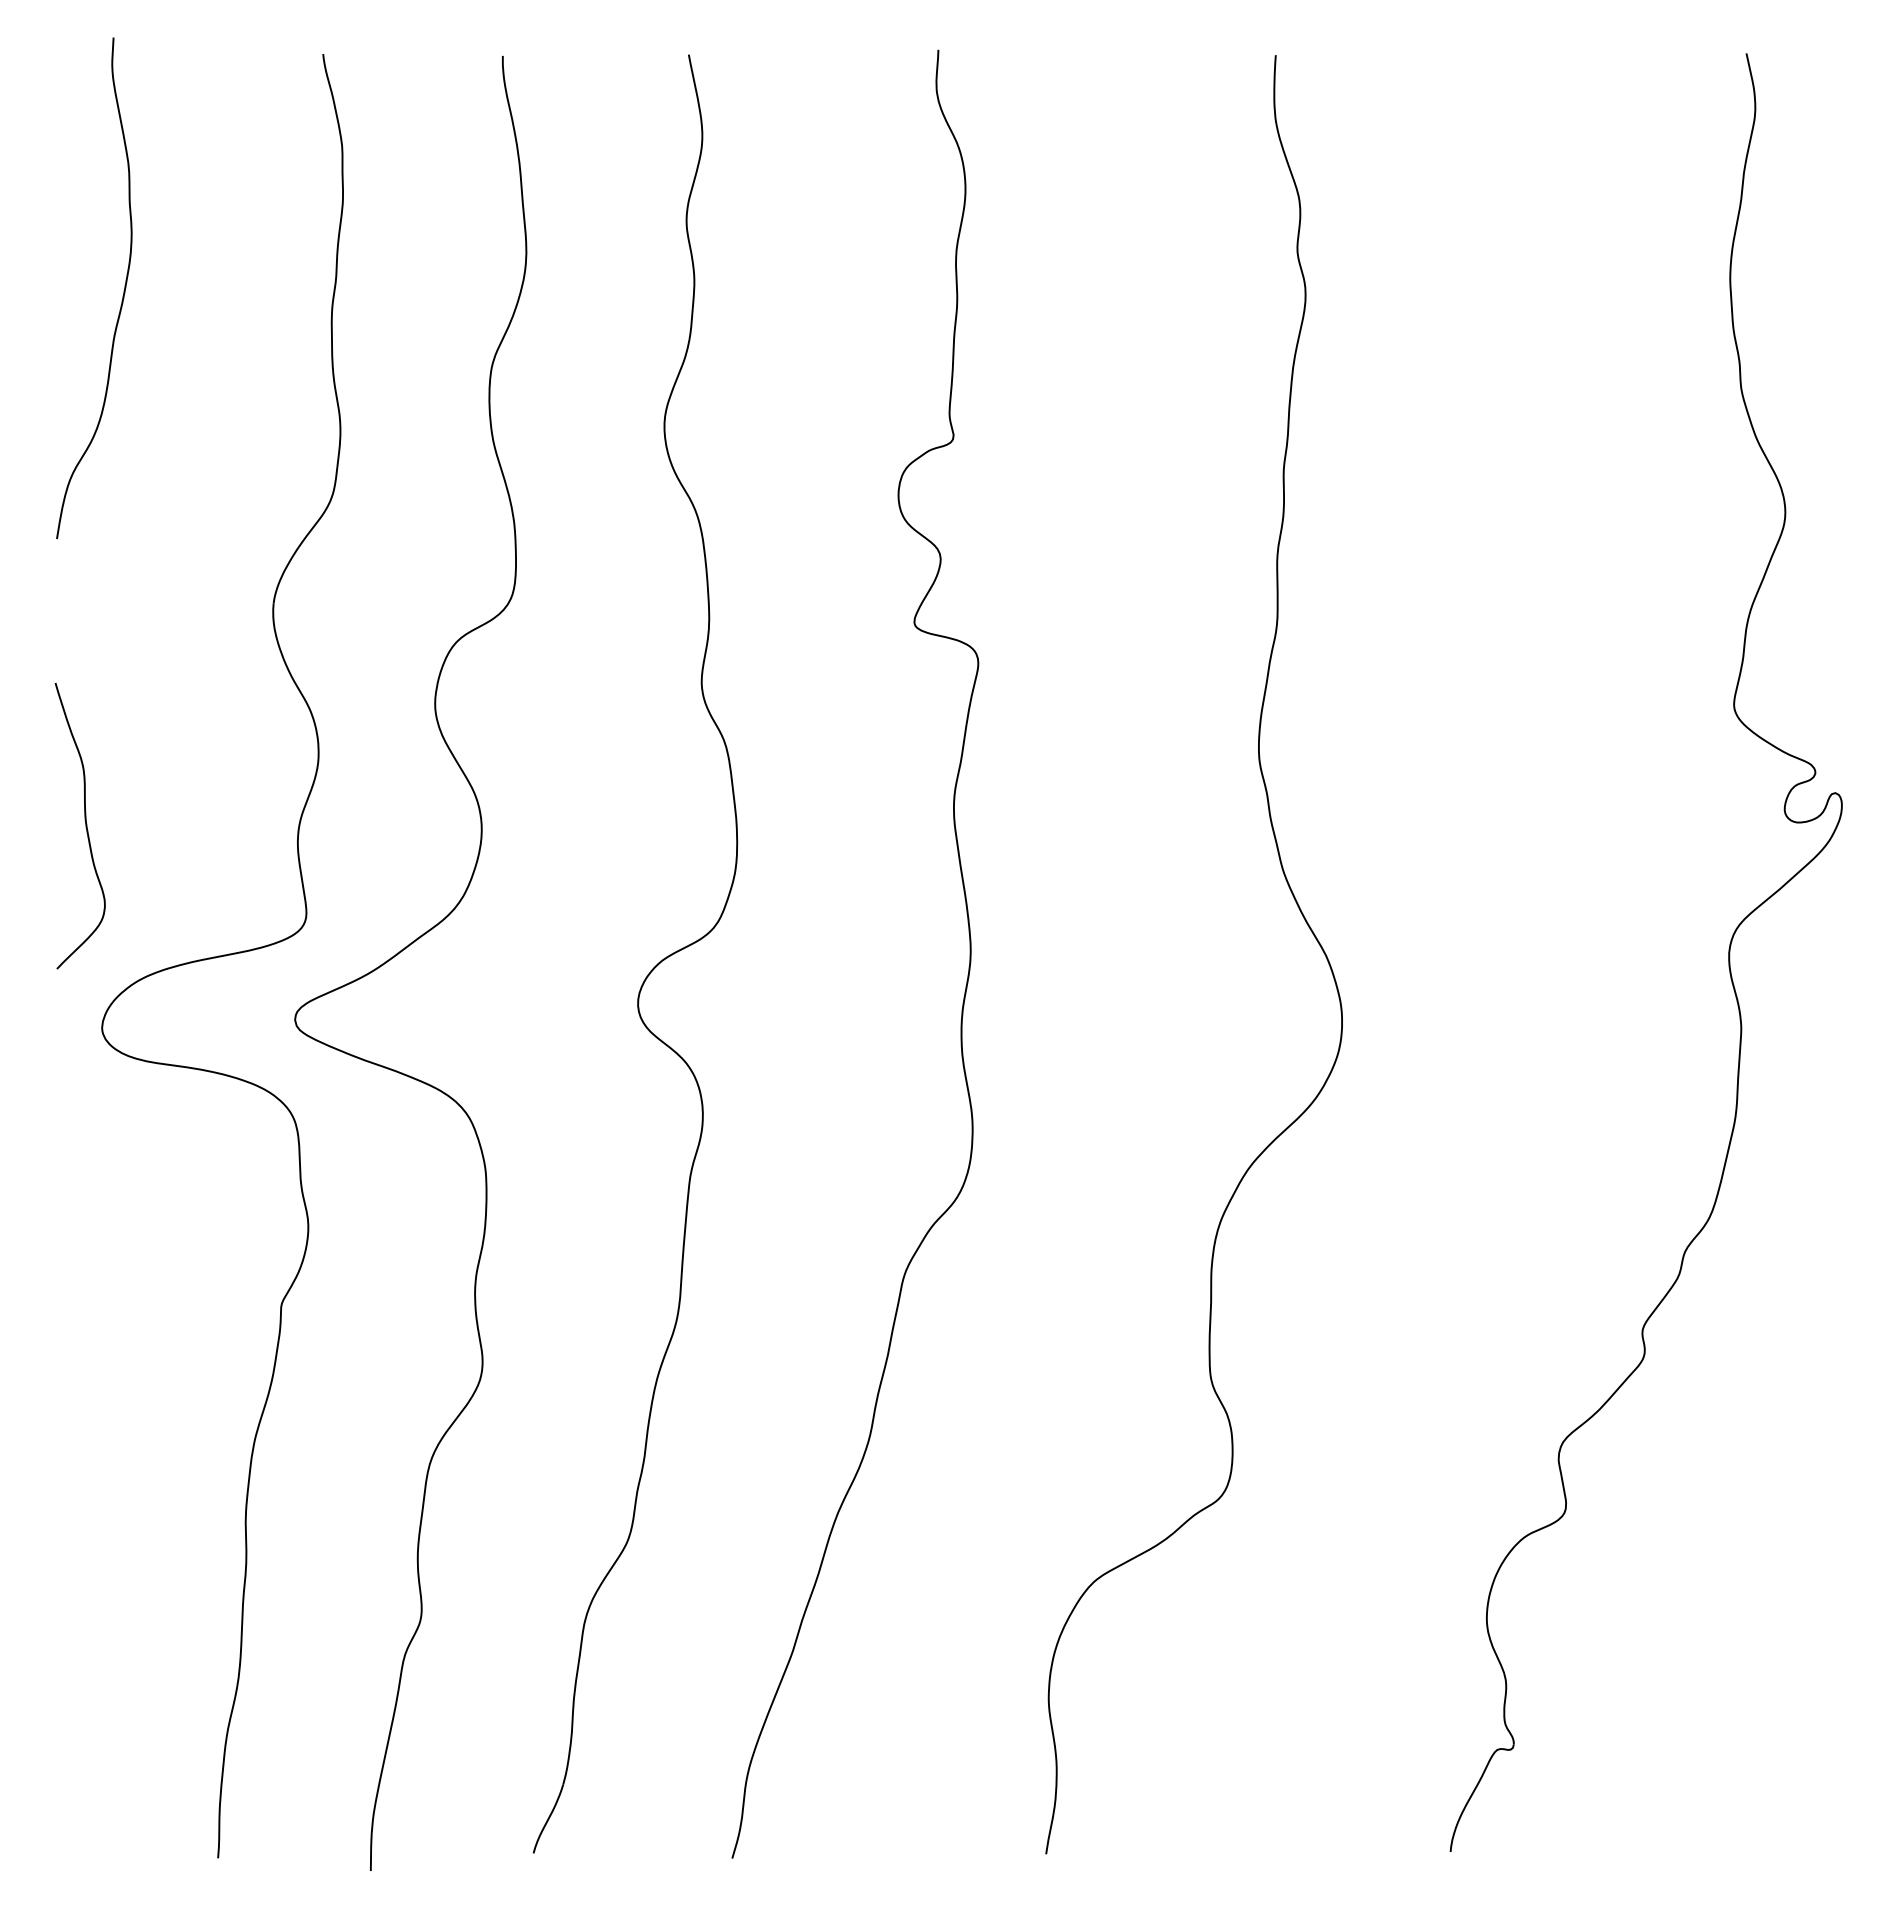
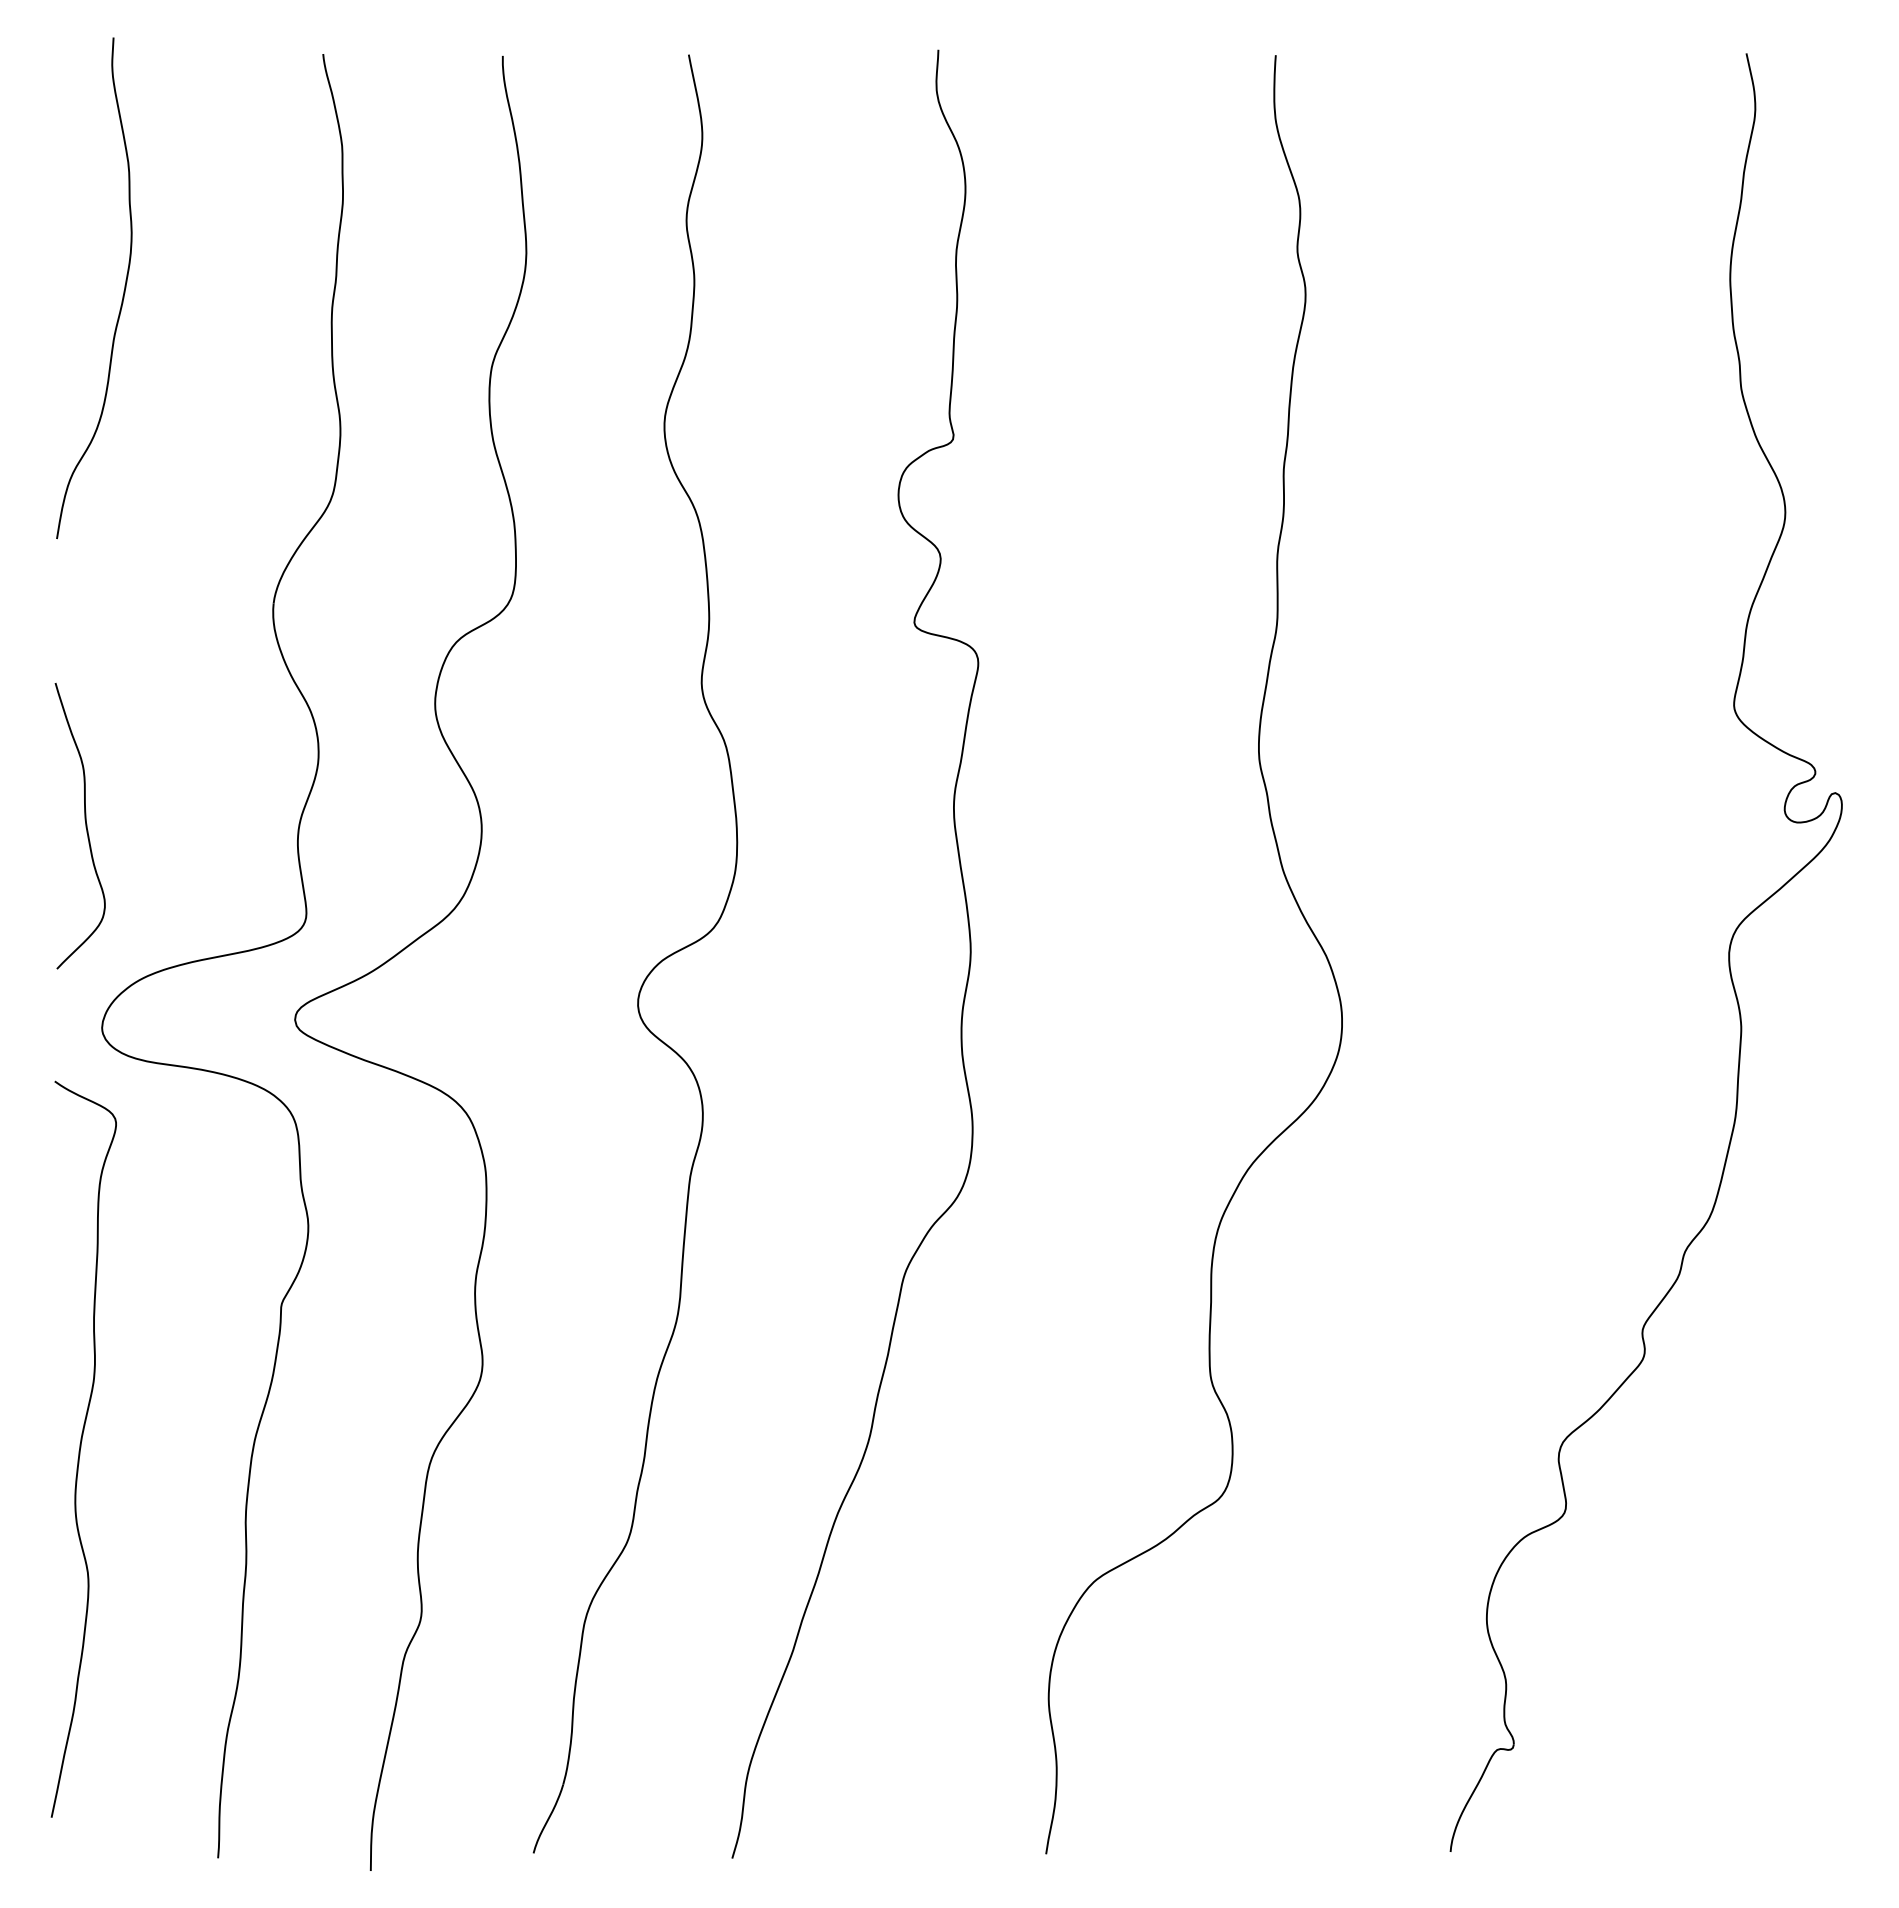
curve at (81, 1447): none -> present
